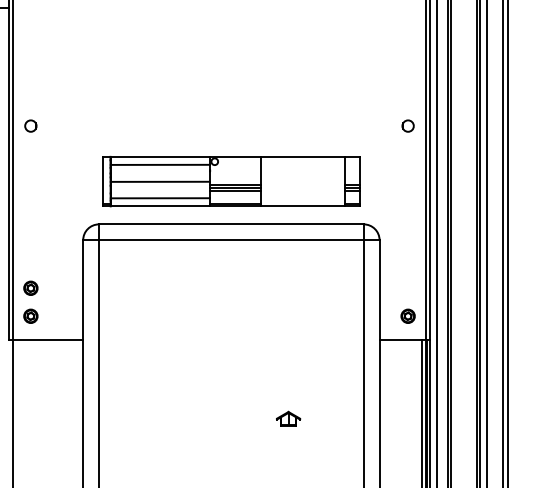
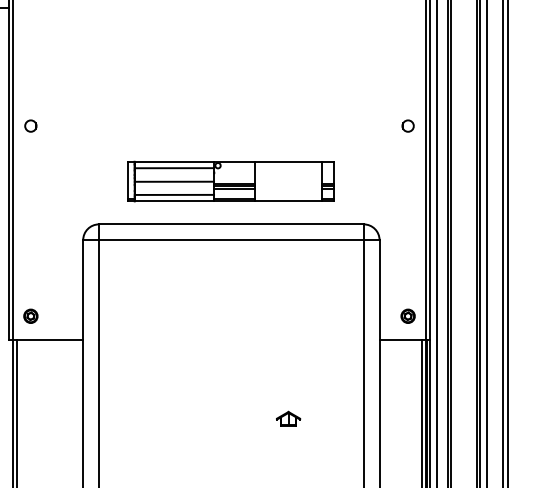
part at (231, 181) size: 259x52 px -> 208x43 px
part at (30, 287): present -> none
line at (17, 412): none -> present
